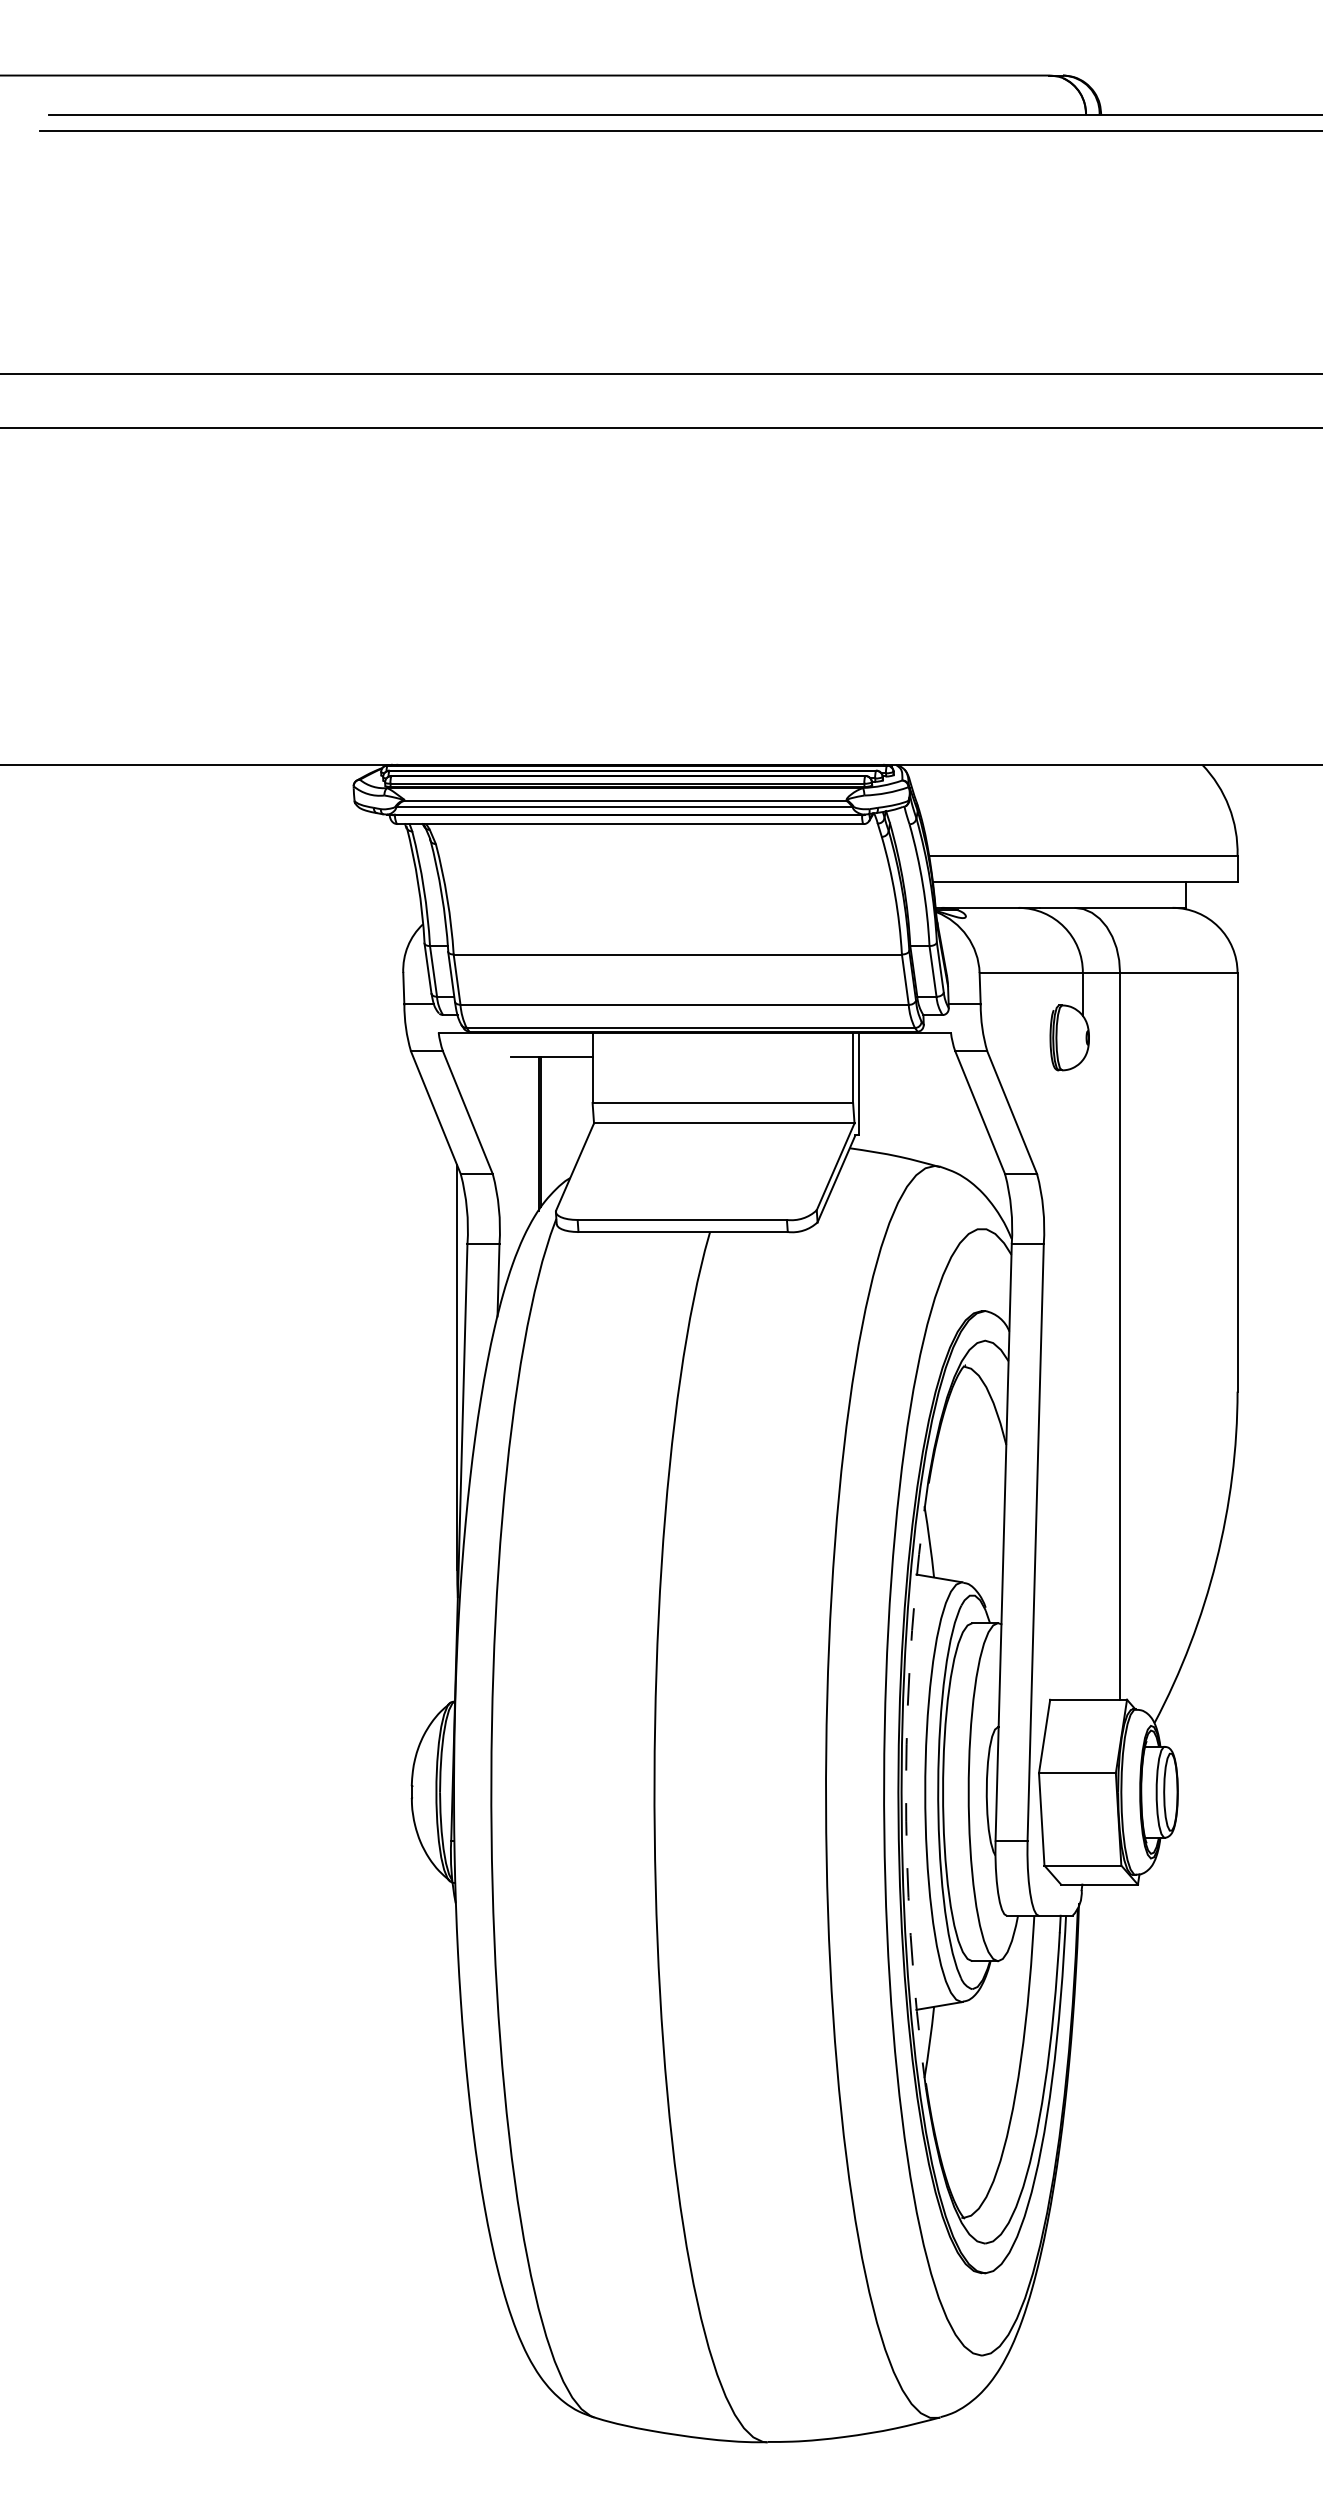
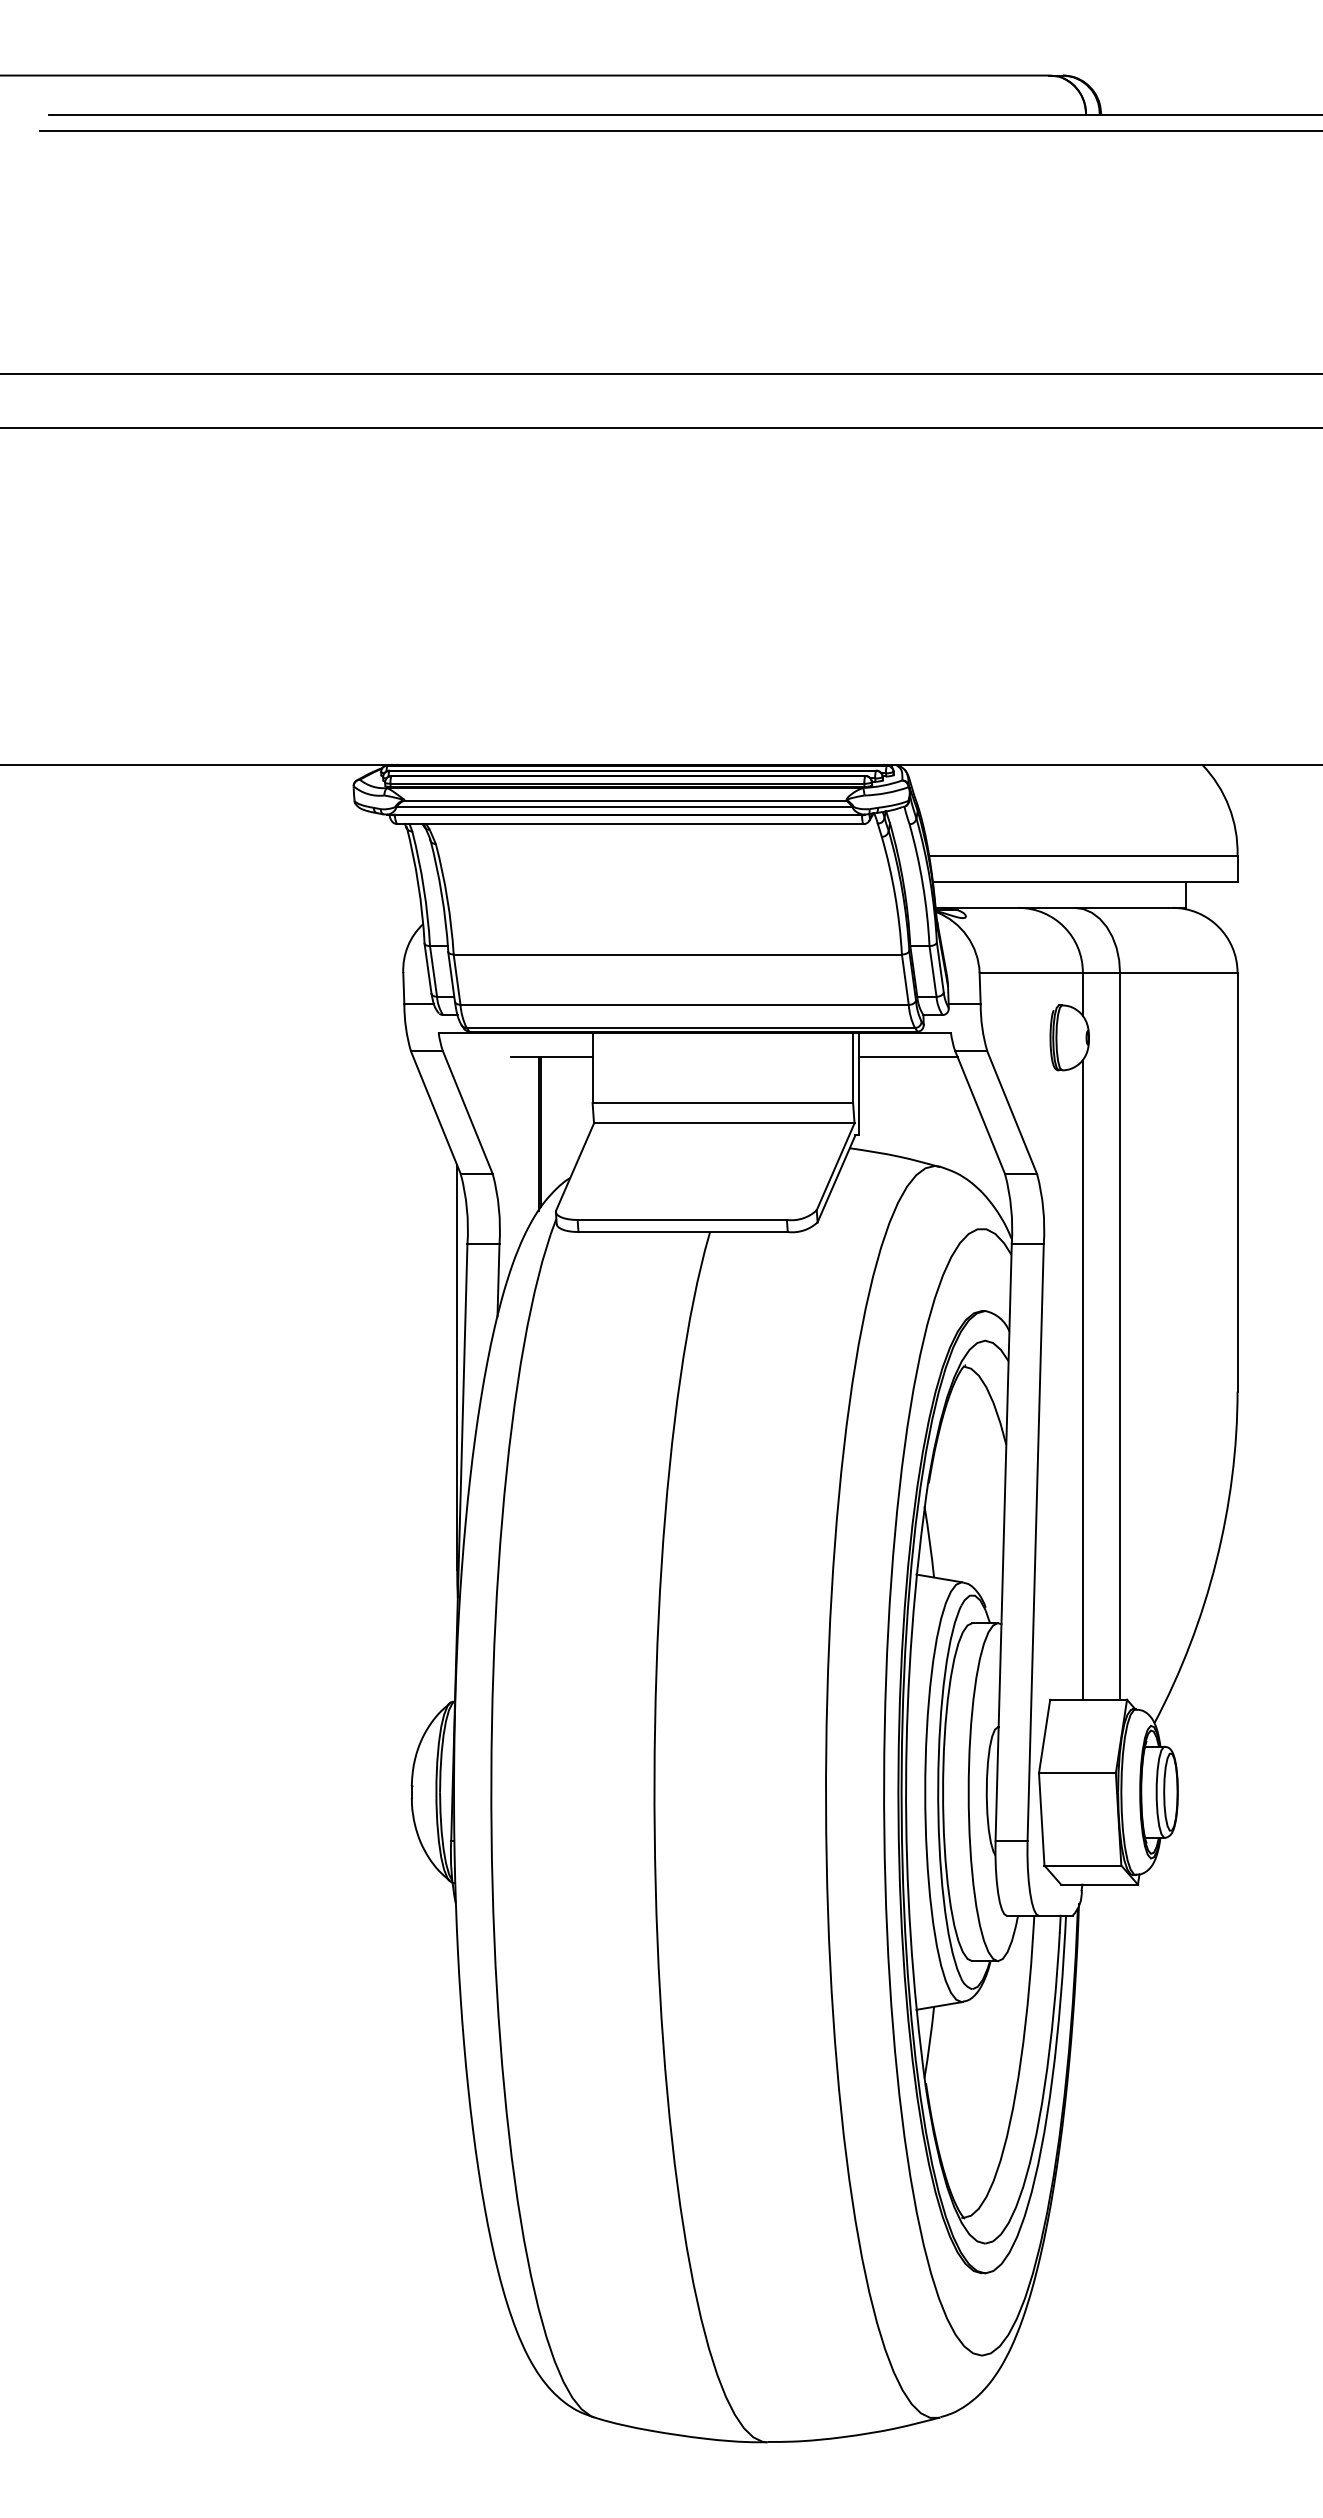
line at (907, 1057): none -> present
line at (1082, 1379): none -> present
arc at (906, 1782): dashed -> solid
